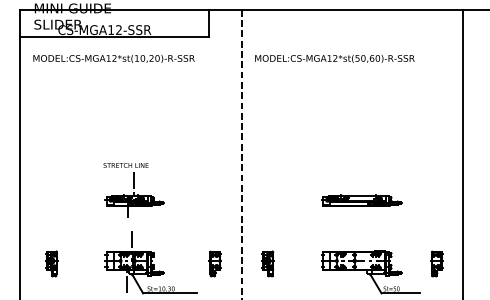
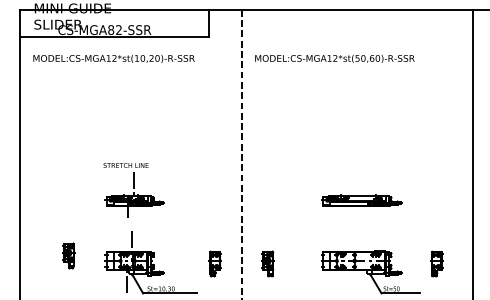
text at (111, 29): CS-MGA12-SSR -> CS-MGA82-SSR
line at (463, 152) position: (463, 152) -> (473, 152)
part at (51, 263) position: (51, 263) -> (68, 255)
